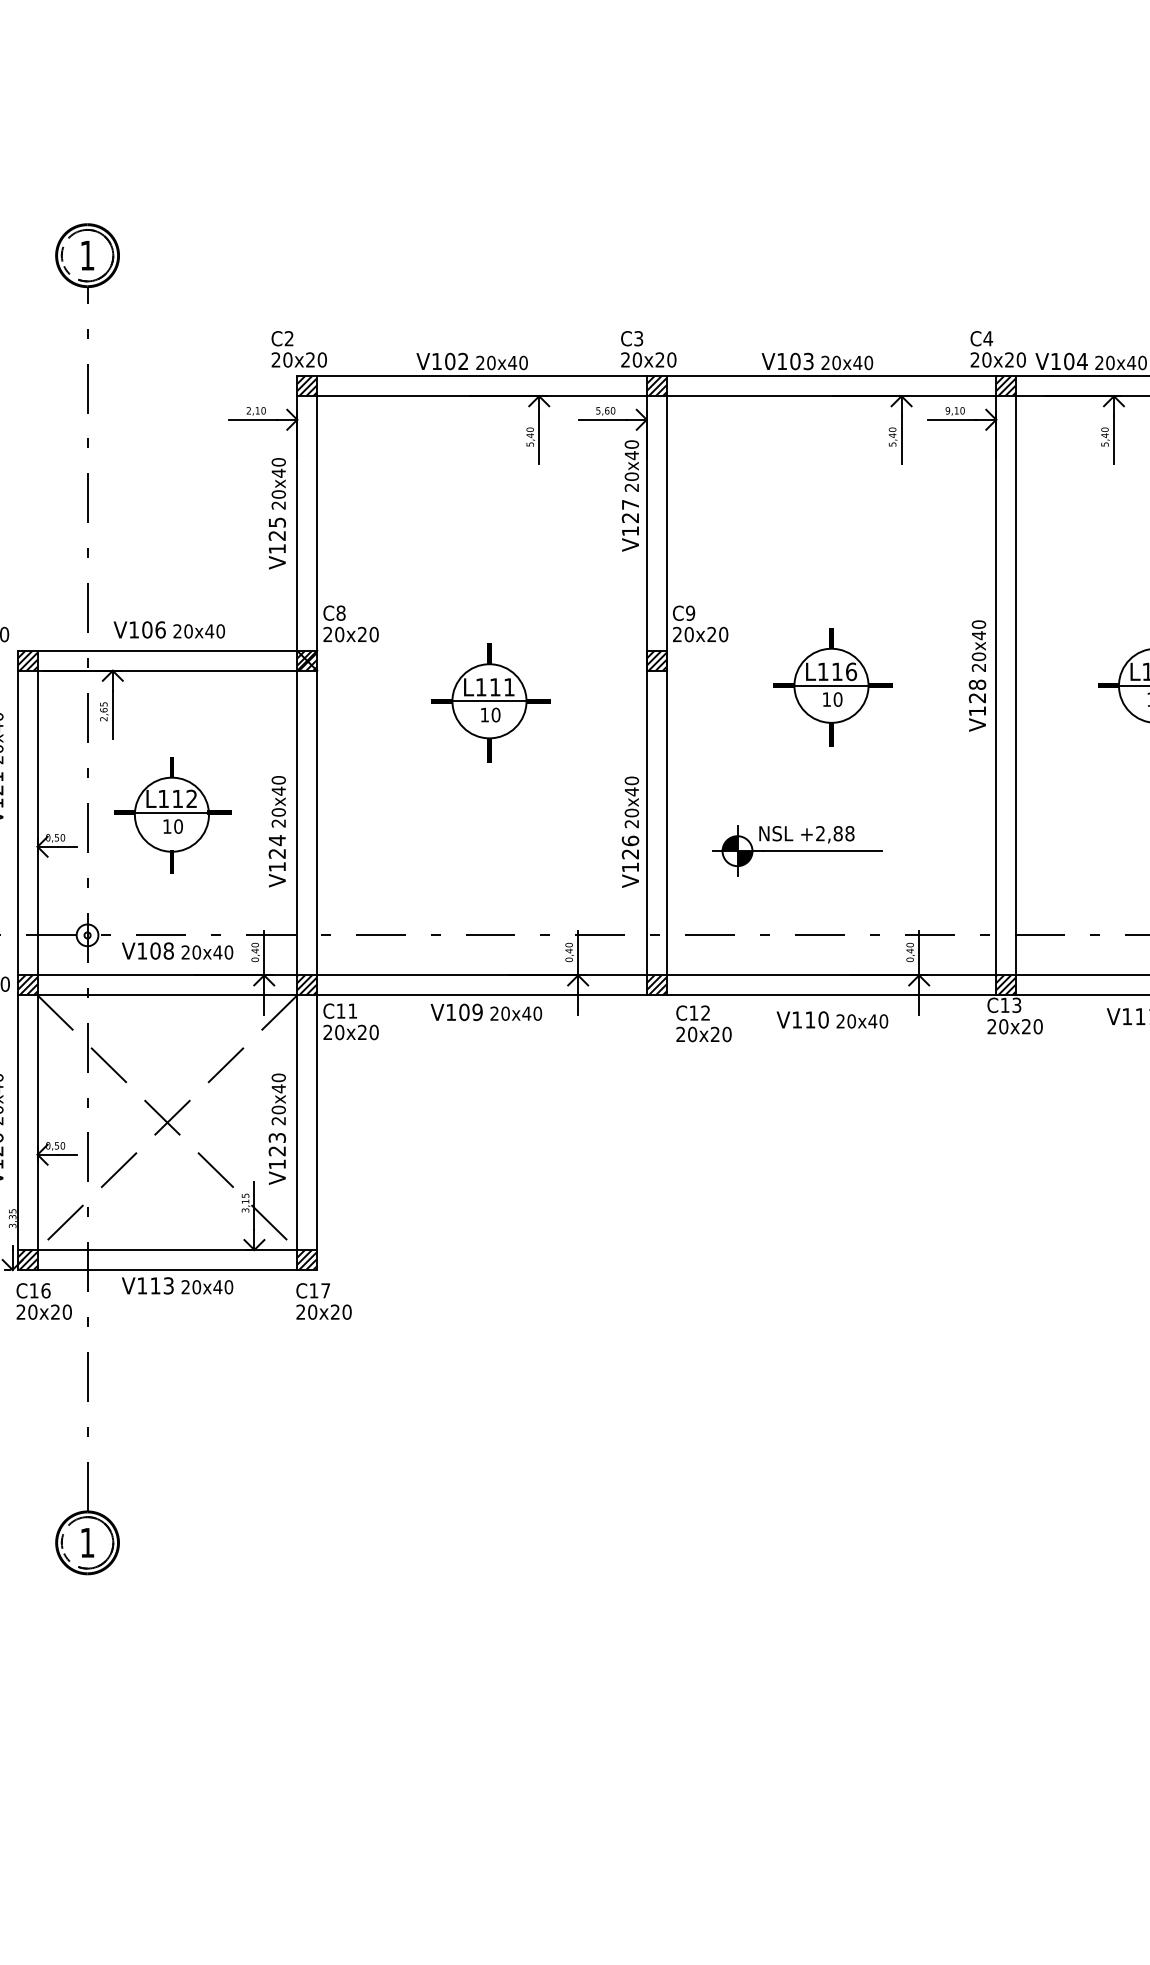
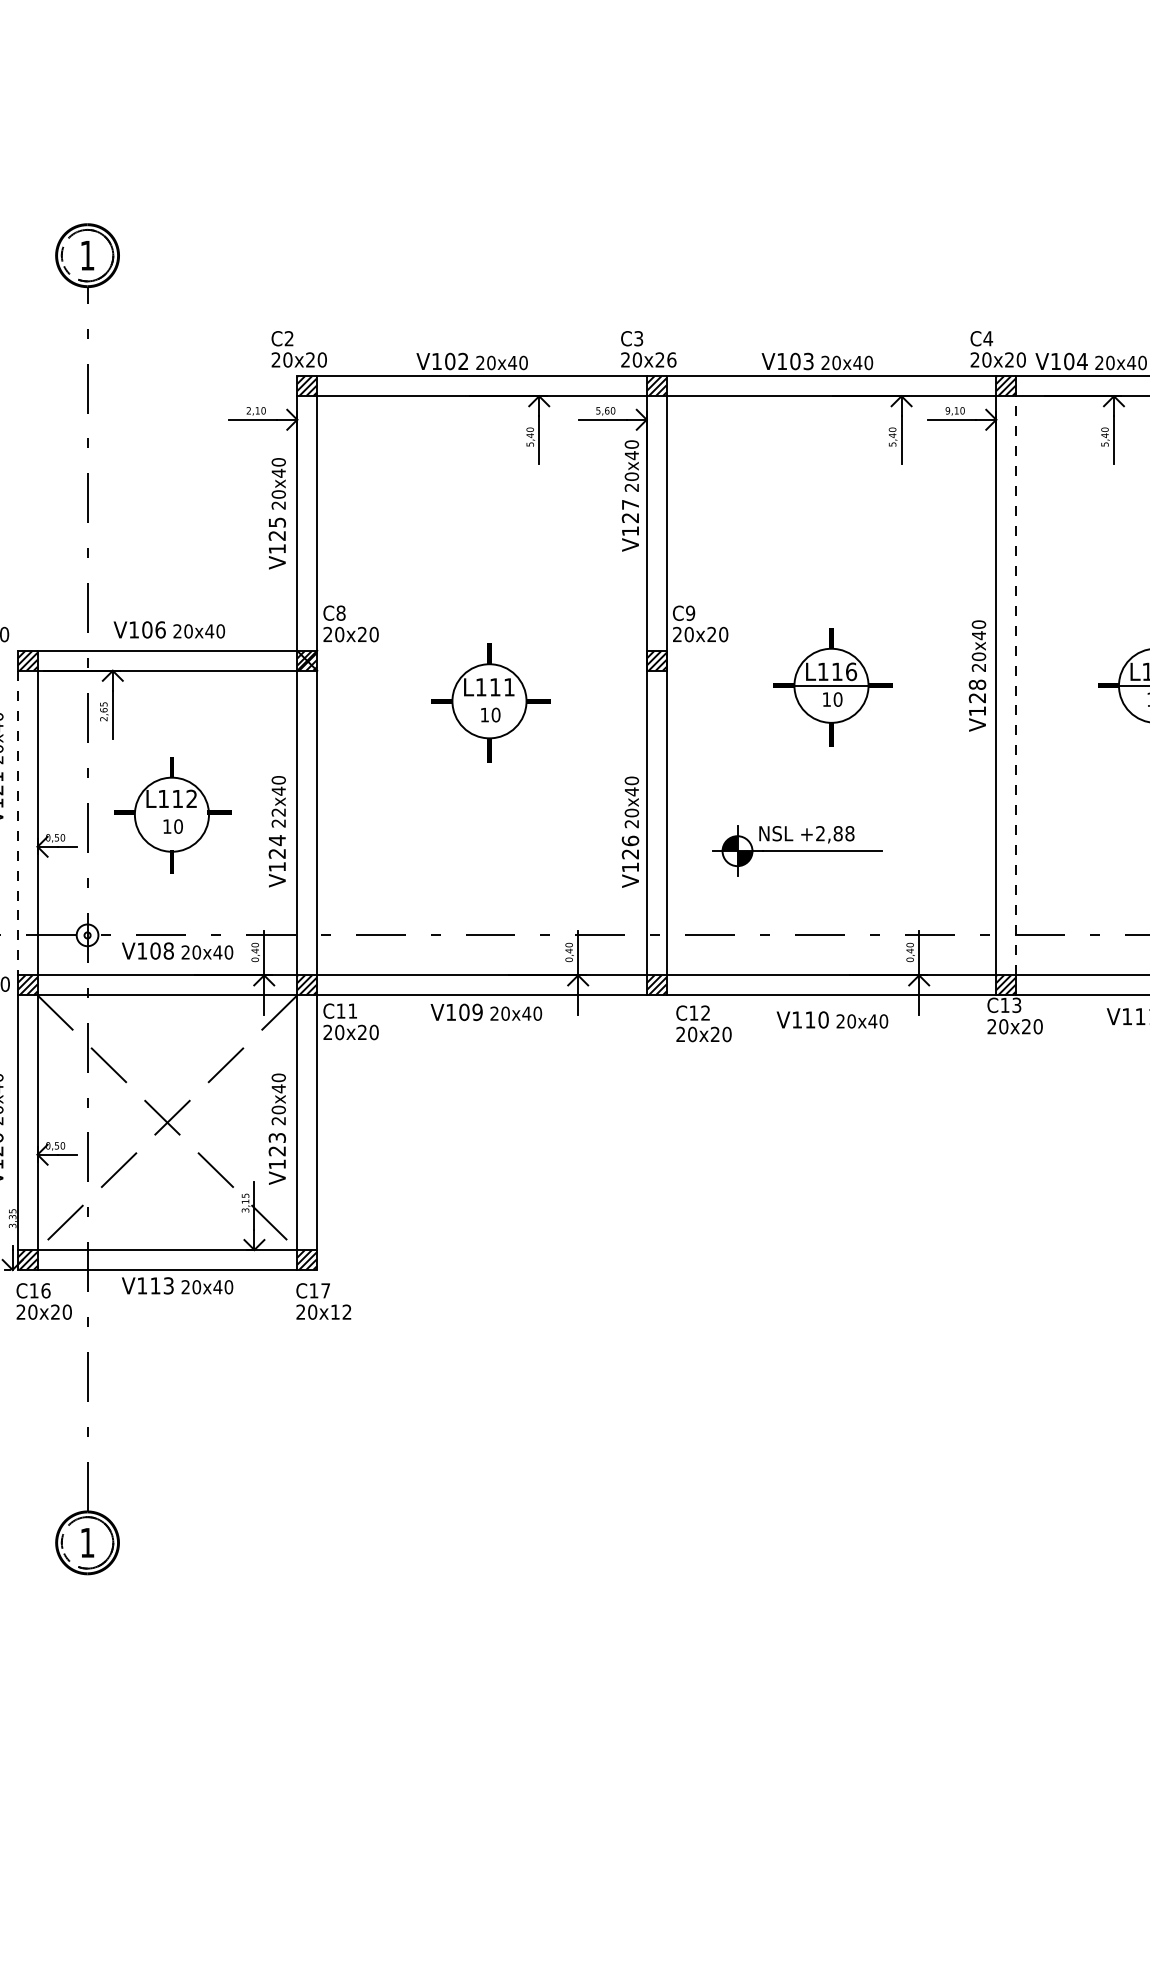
text at (671, 359): 20x20 -> 20x26
line at (1016, 685): solid -> dashed
line at (489, 701): present -> none
line at (171, 812): present -> none
text at (278, 812): 20x40 -> 22x40
line at (17, 823): solid -> dashed
text at (340, 1311): 20x20 -> 20x12
